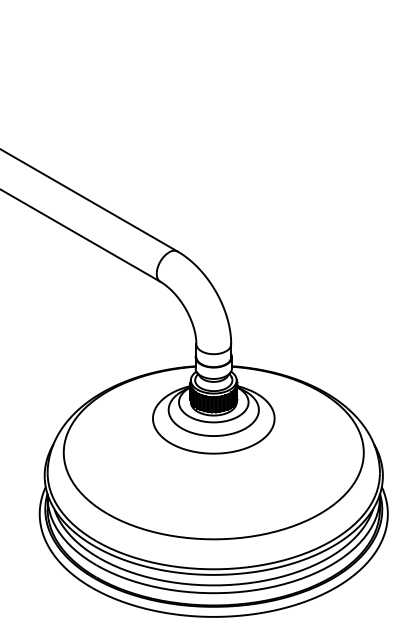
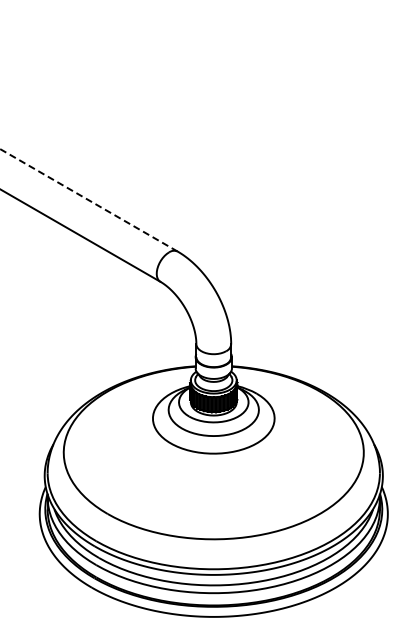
line at (88, 200): solid -> dashed
